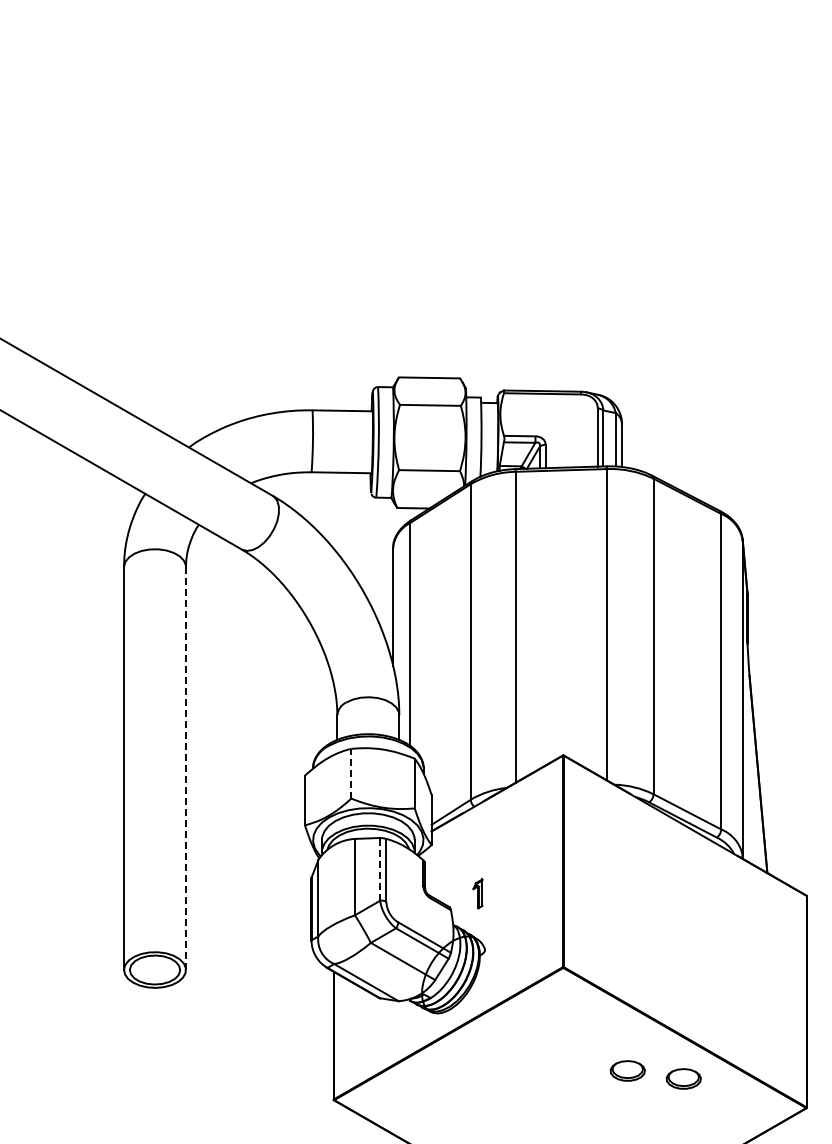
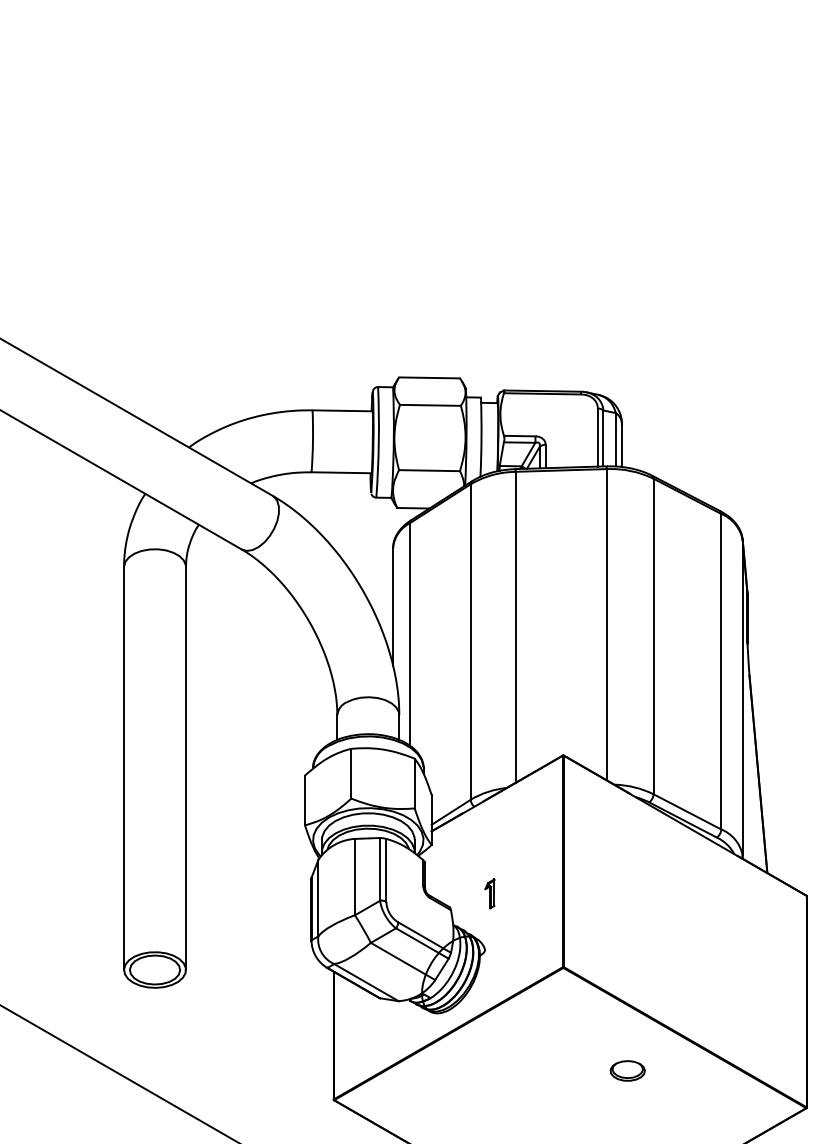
line at (186, 768): dashed -> solid
line at (351, 773): dashed -> solid
line at (380, 868): dashed -> solid
part at (477, 893) position: (477, 893) -> (489, 893)
line at (118, 1073): none -> present
part at (683, 1078): present -> none
